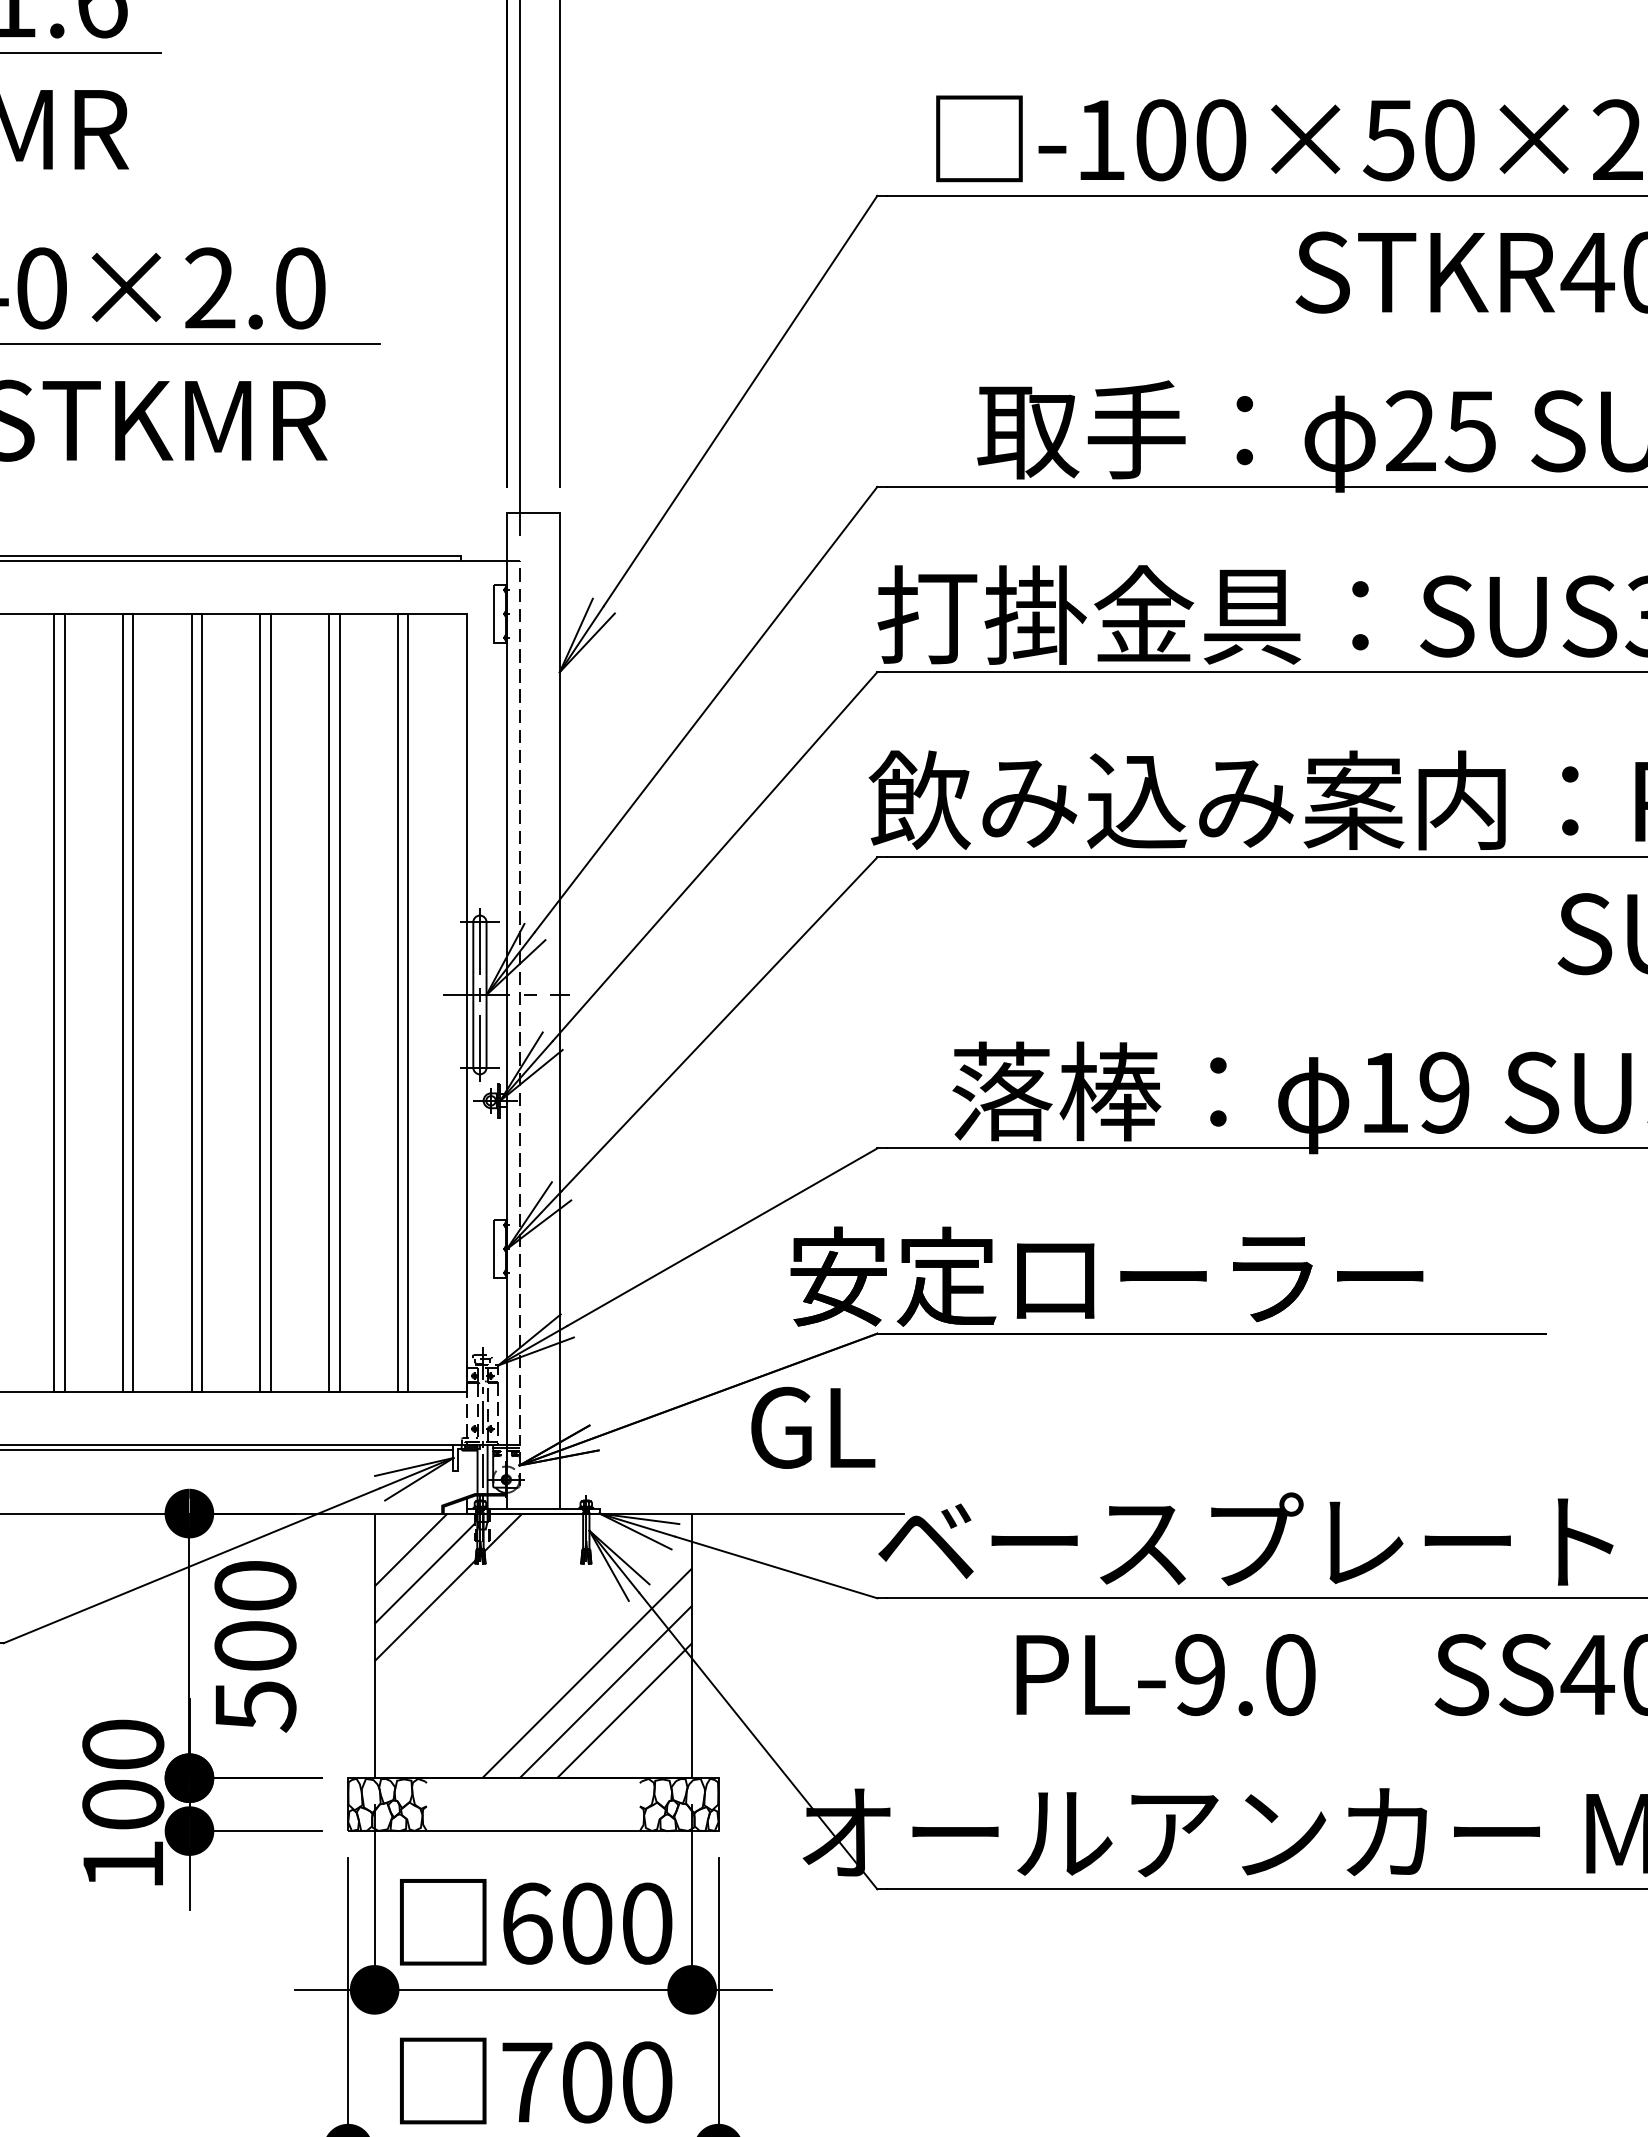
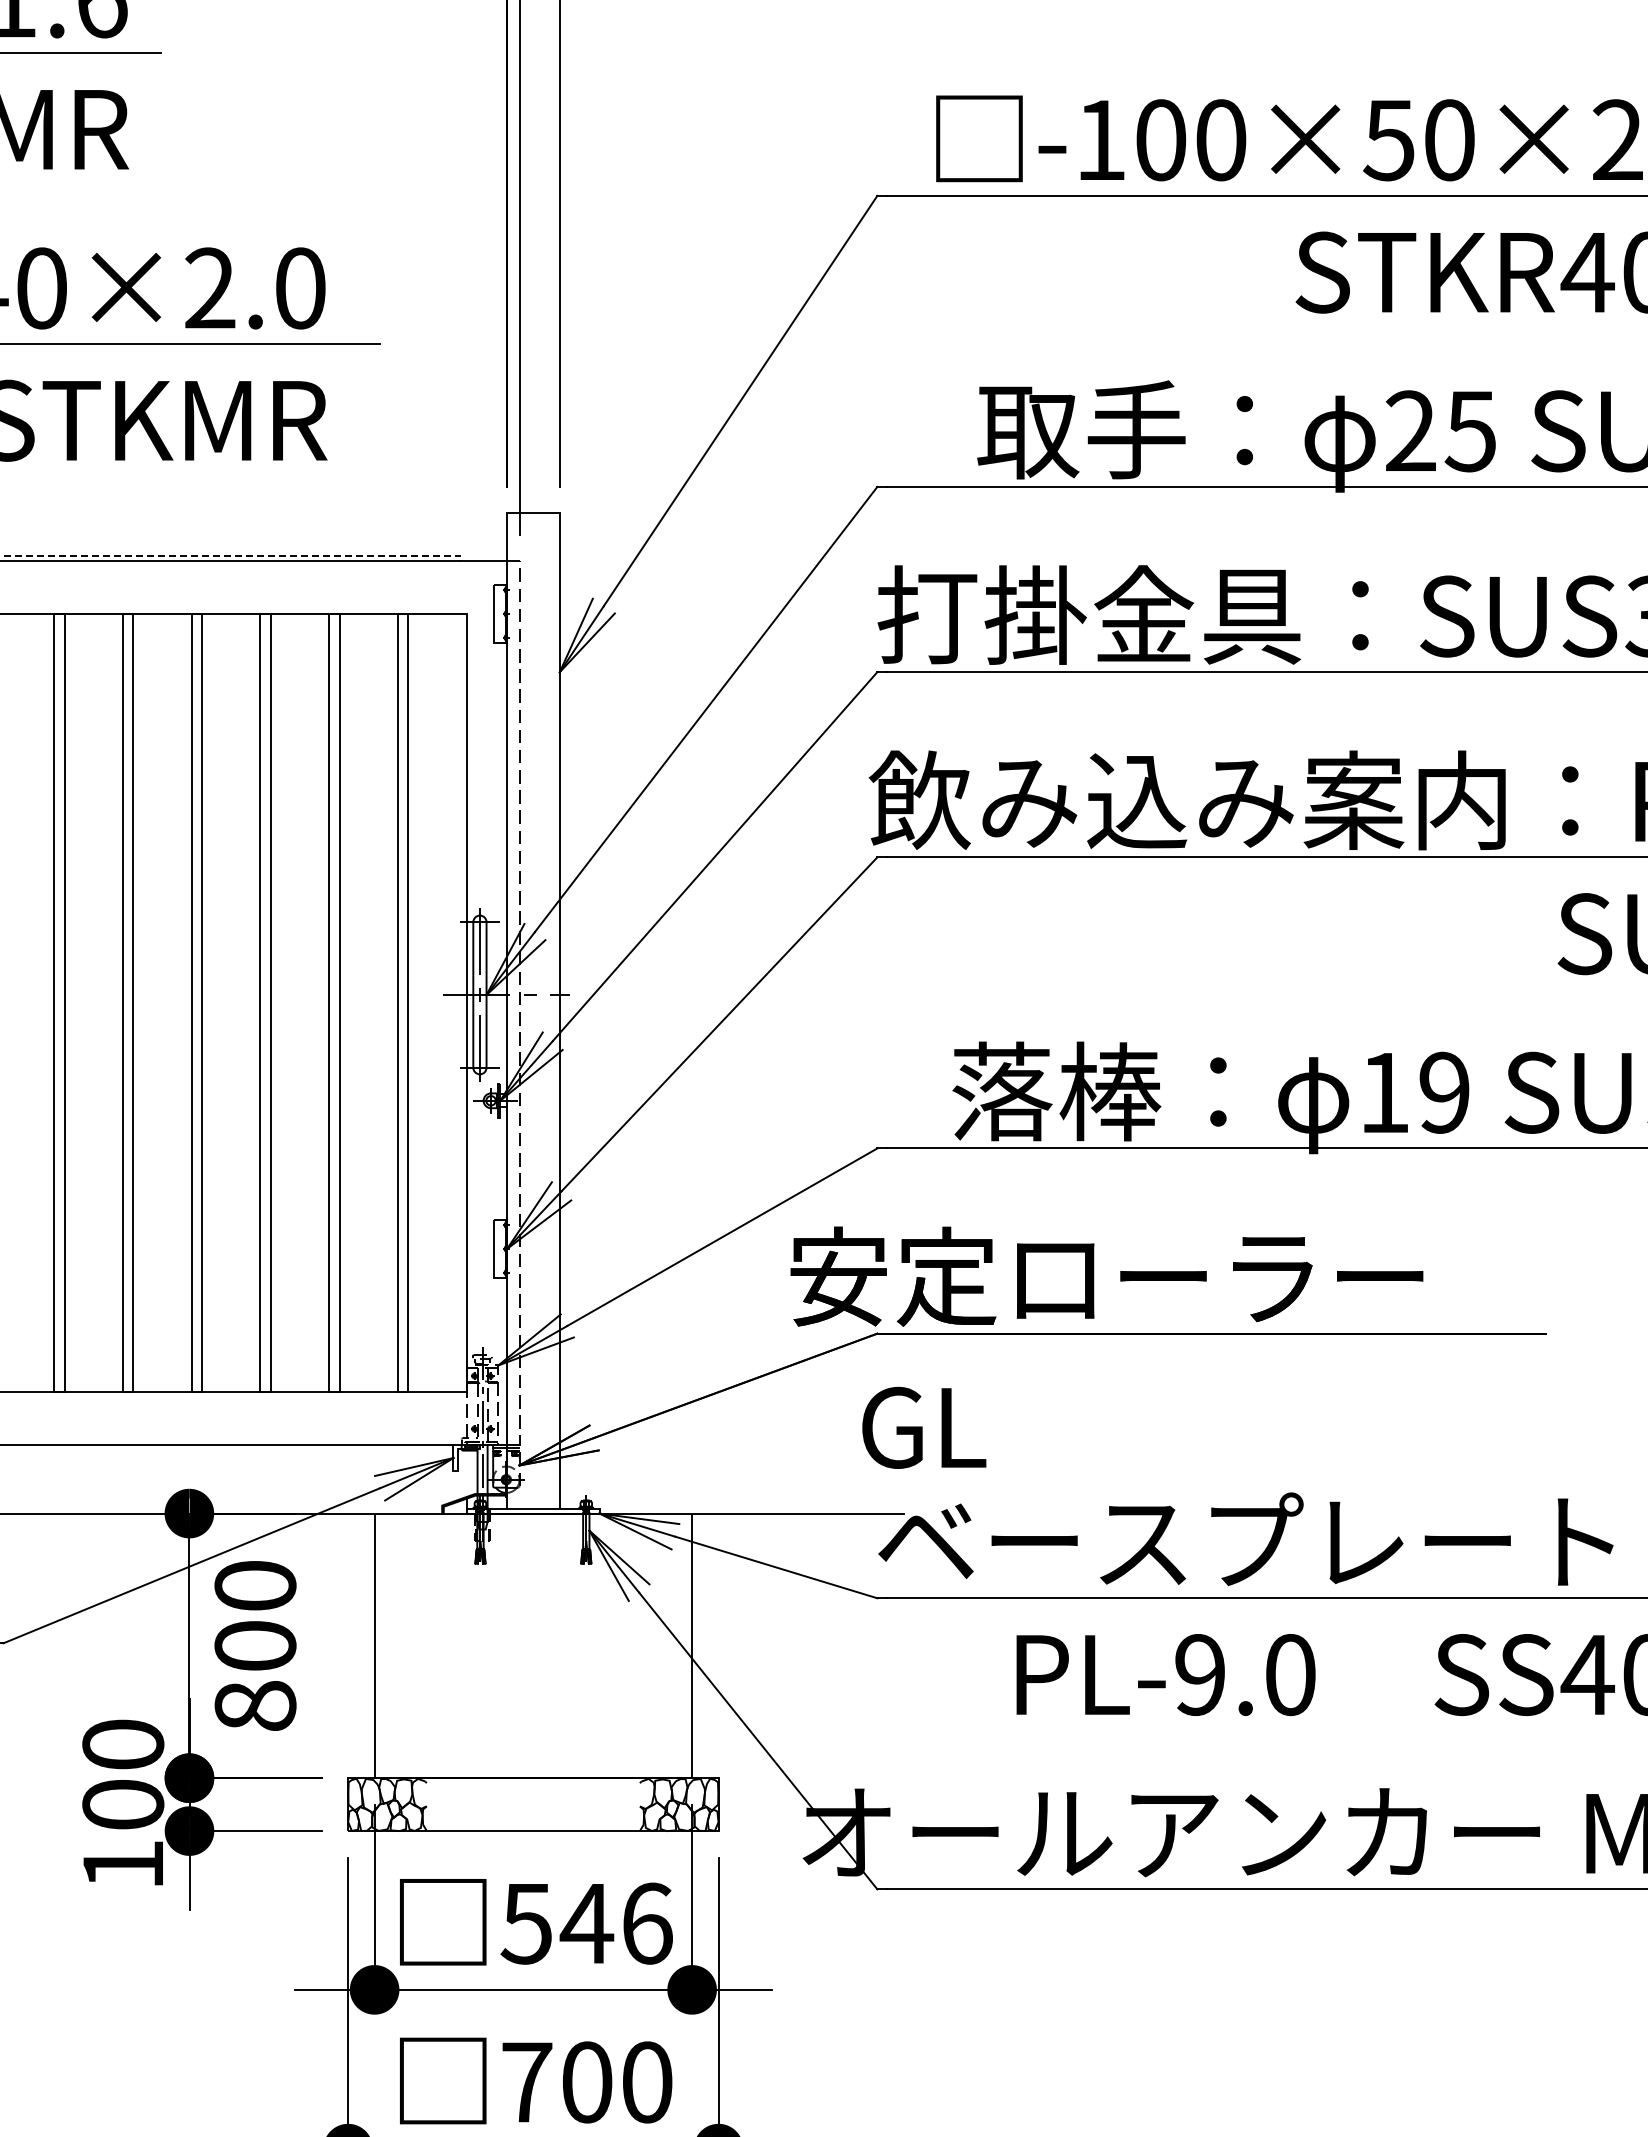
line at (234, 555): solid -> dashed
text at (813, 1427) position: (813, 1427) -> (924, 1427)
line at (227, 1450): present -> none
hatch at (533, 1645): present -> none
text at (255, 1706): 500 -> 800
text at (586, 1923): 600 -> 546
